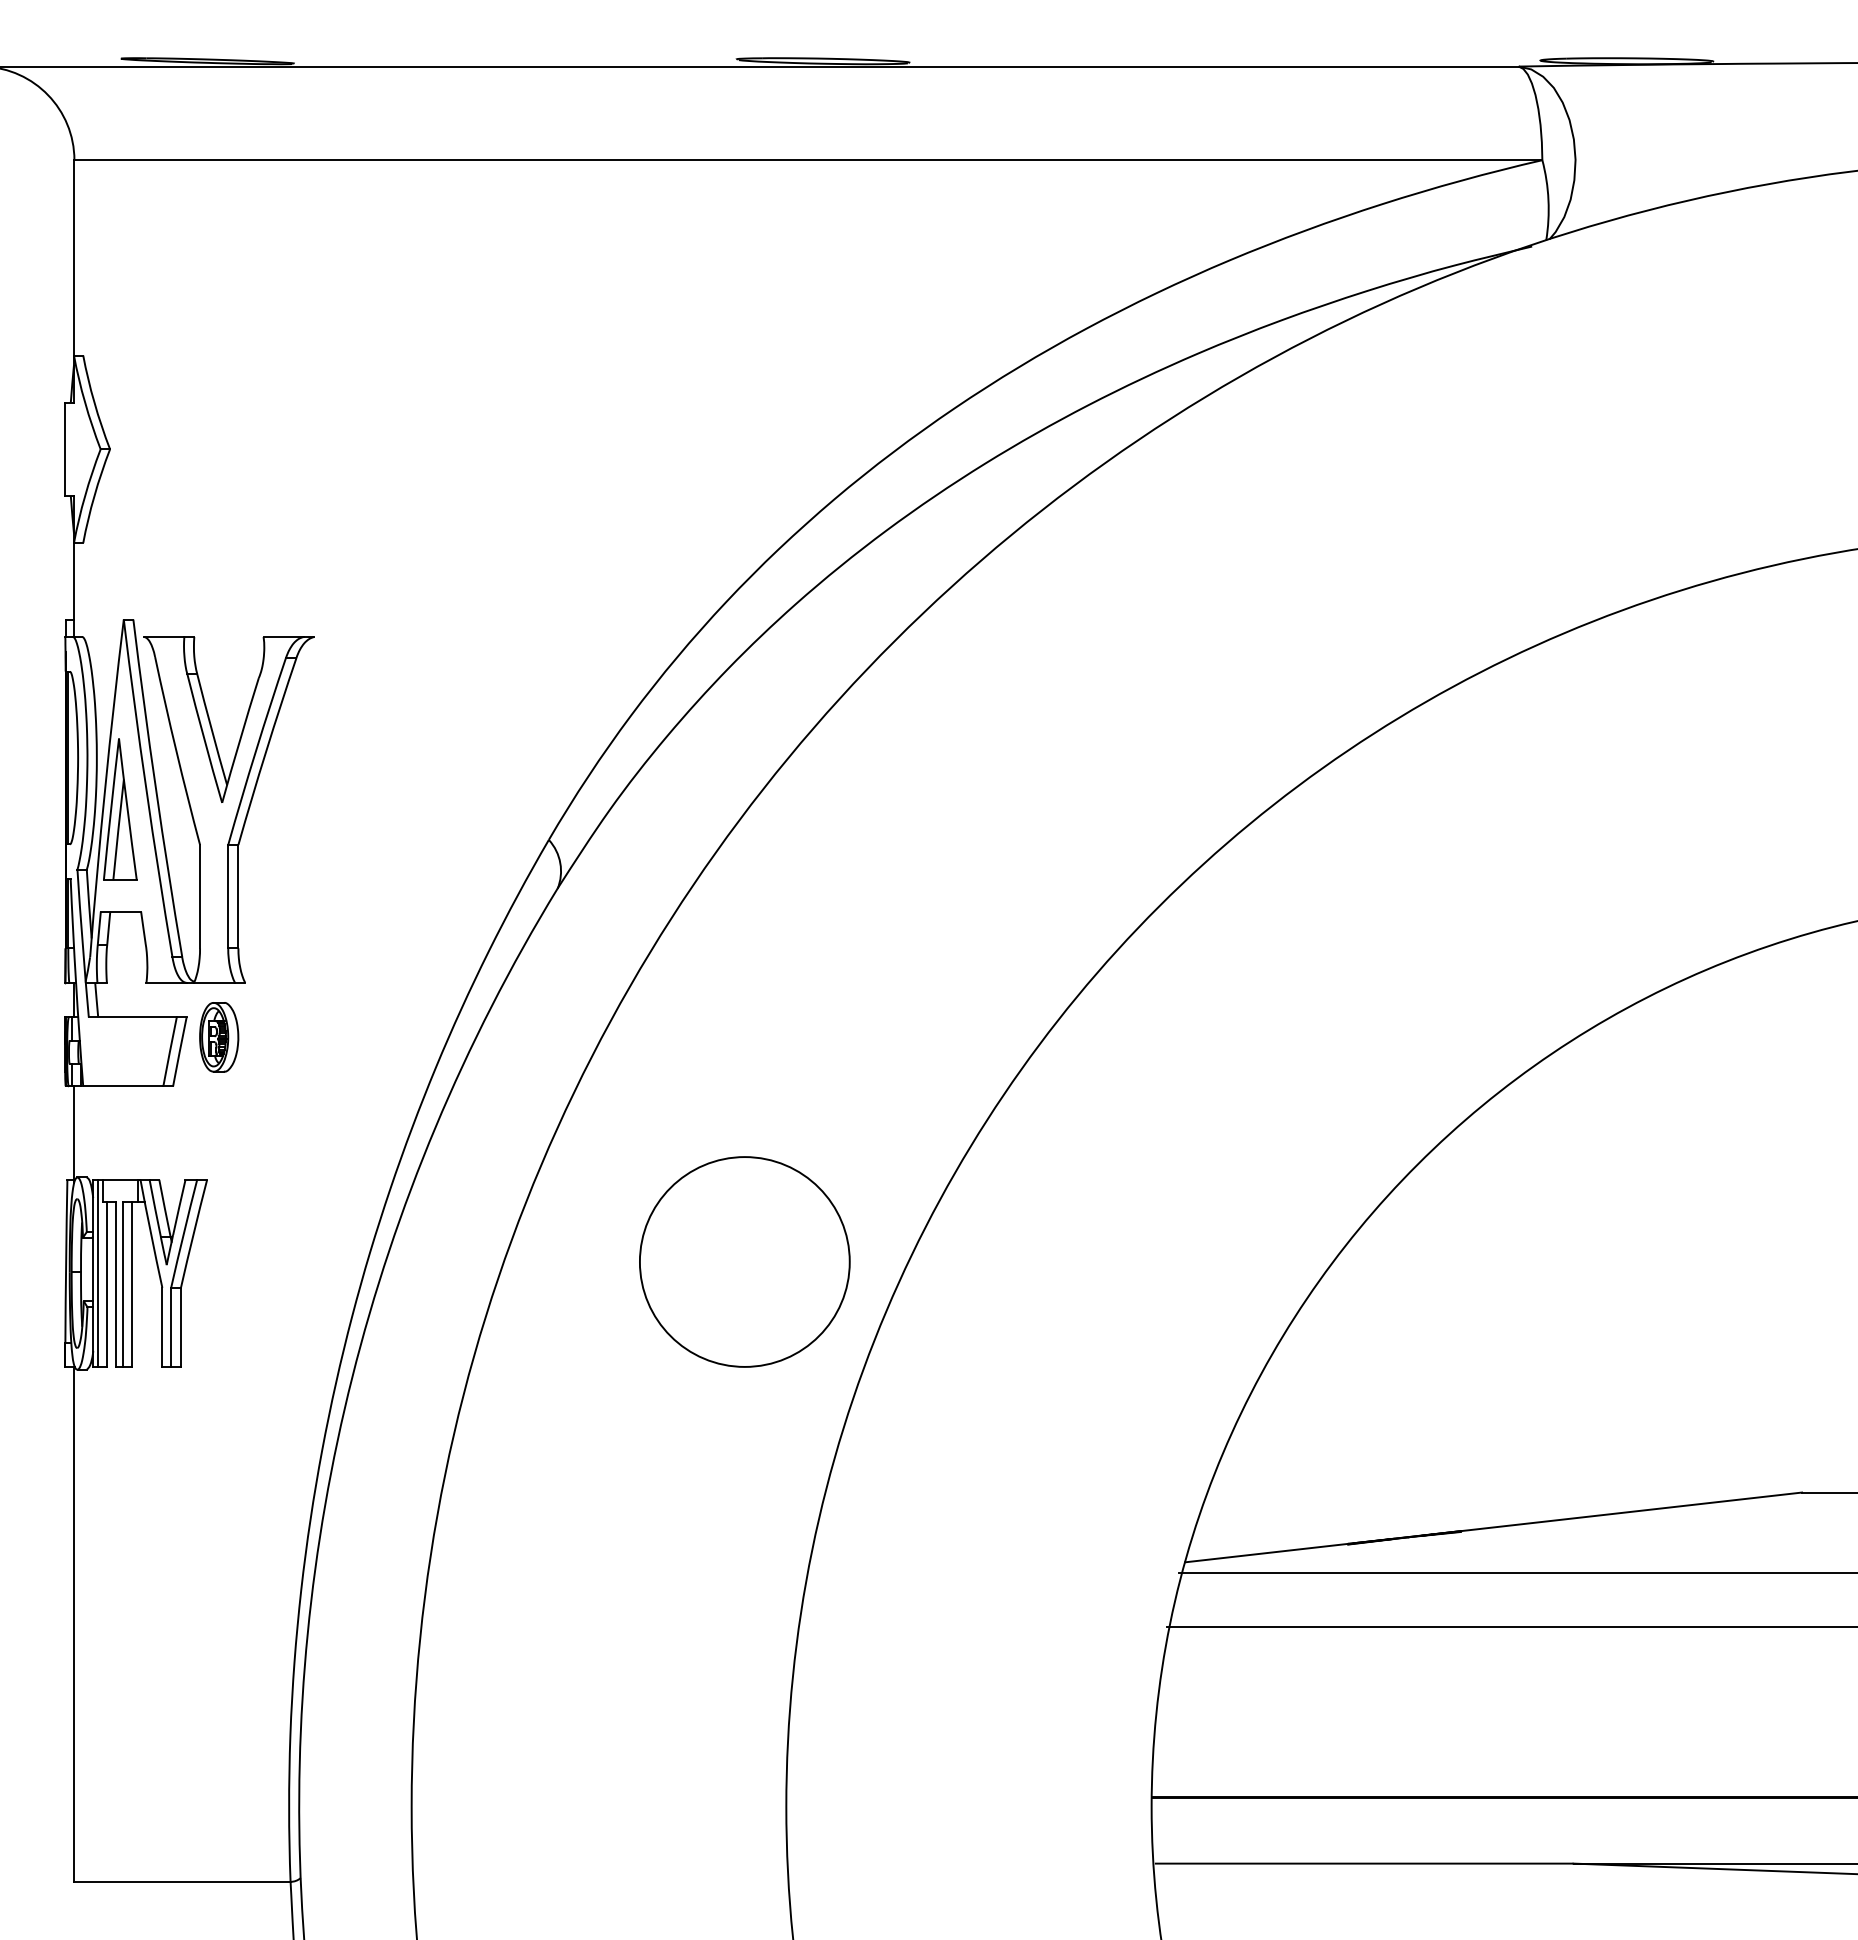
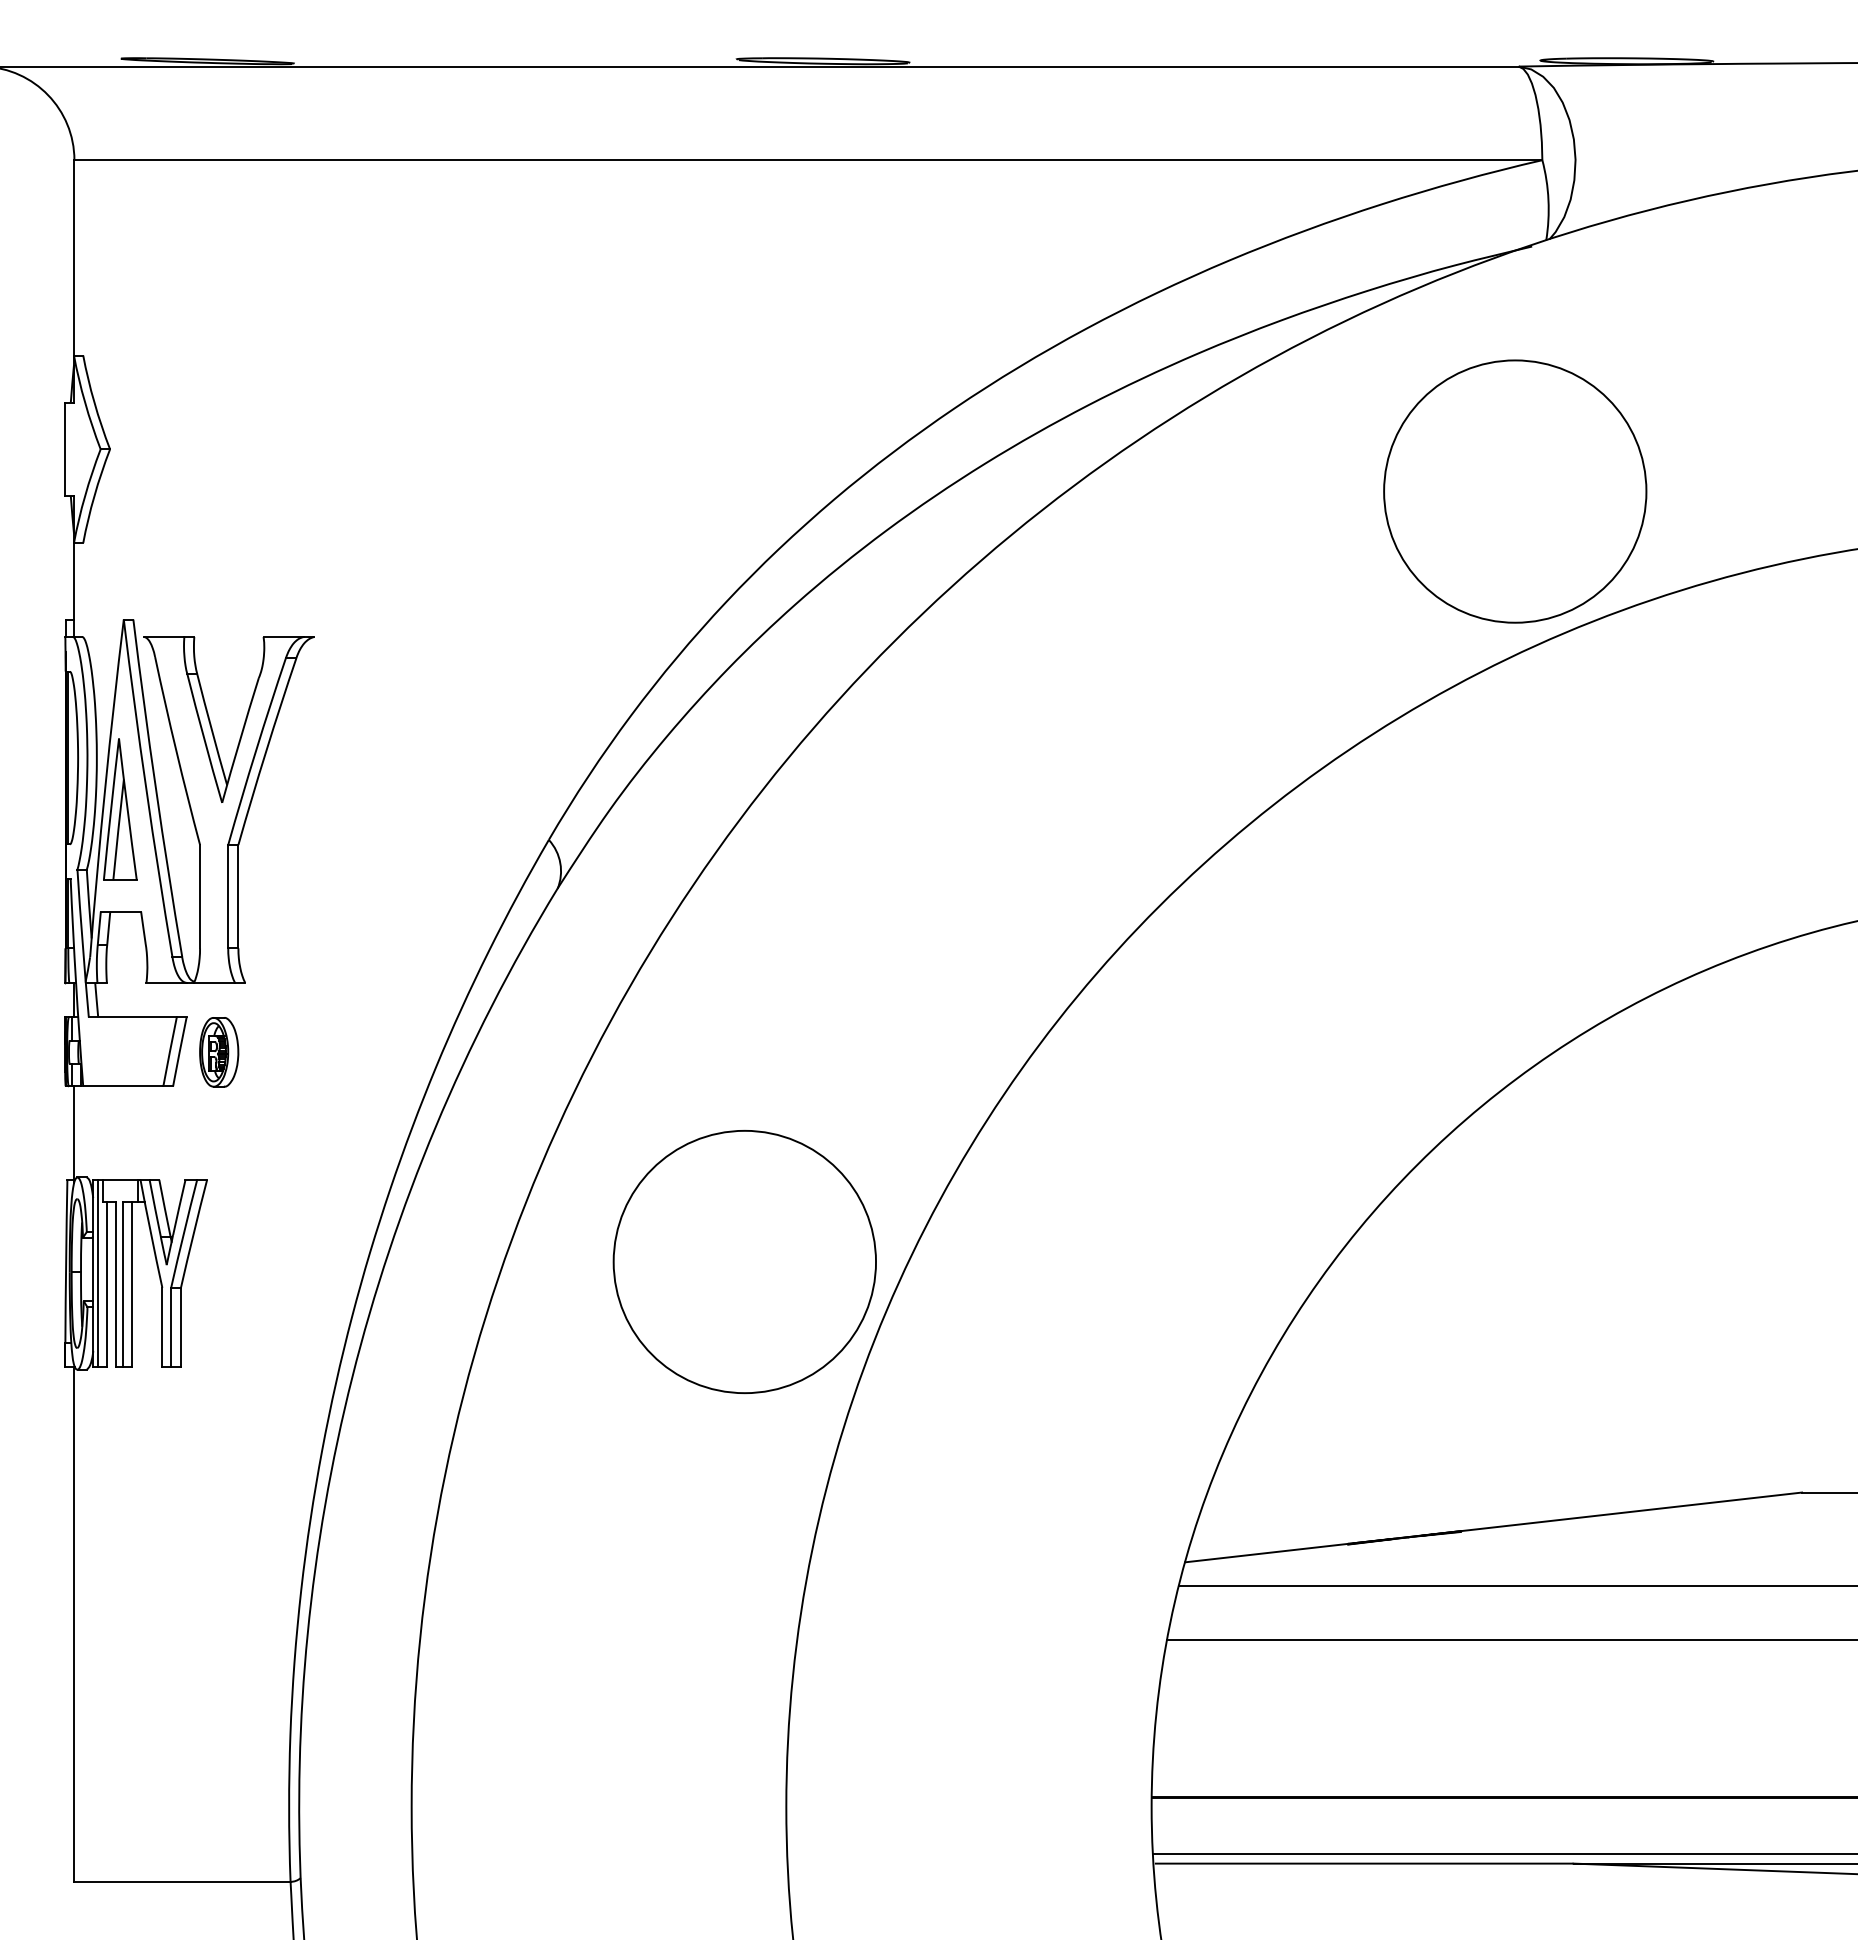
circle at (1515, 491): none -> present
part at (219, 1037) position: (219, 1037) -> (219, 1052)
circle at (744, 1261) diameter: 210 px -> 262 px
line at (1516, 1573) position: (1516, 1573) -> (1516, 1586)
line at (1510, 1627) position: (1510, 1627) -> (1510, 1640)
line at (1503, 1854): none -> present
